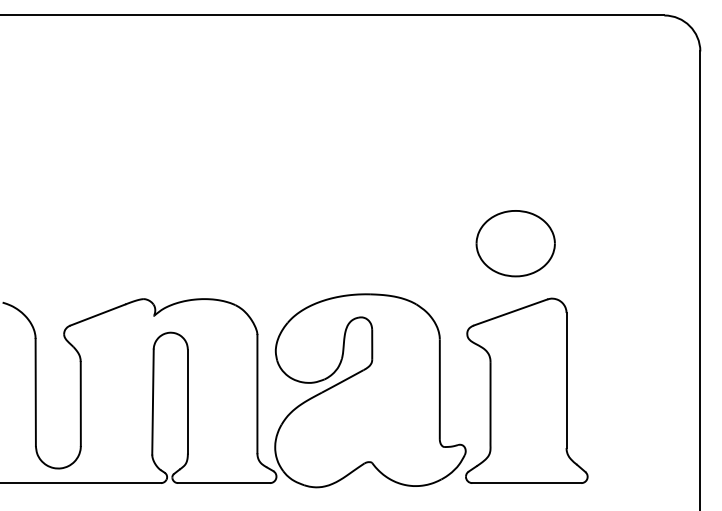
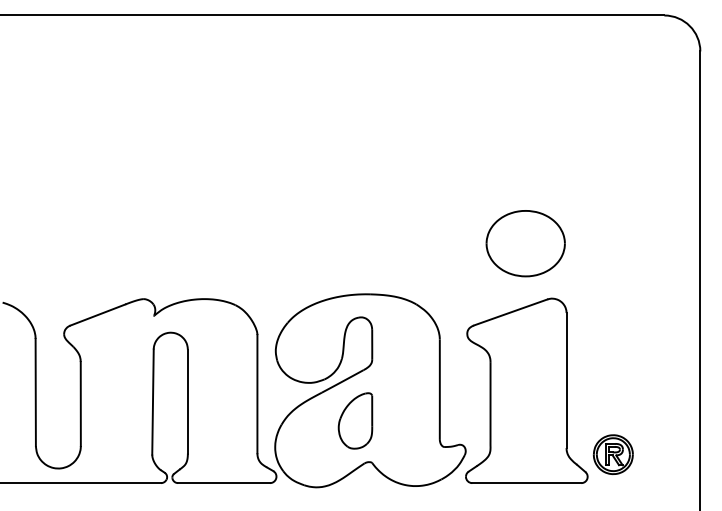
part at (515, 243) position: (515, 243) -> (525, 243)
part at (355, 420): none -> present
part at (613, 454): none -> present
